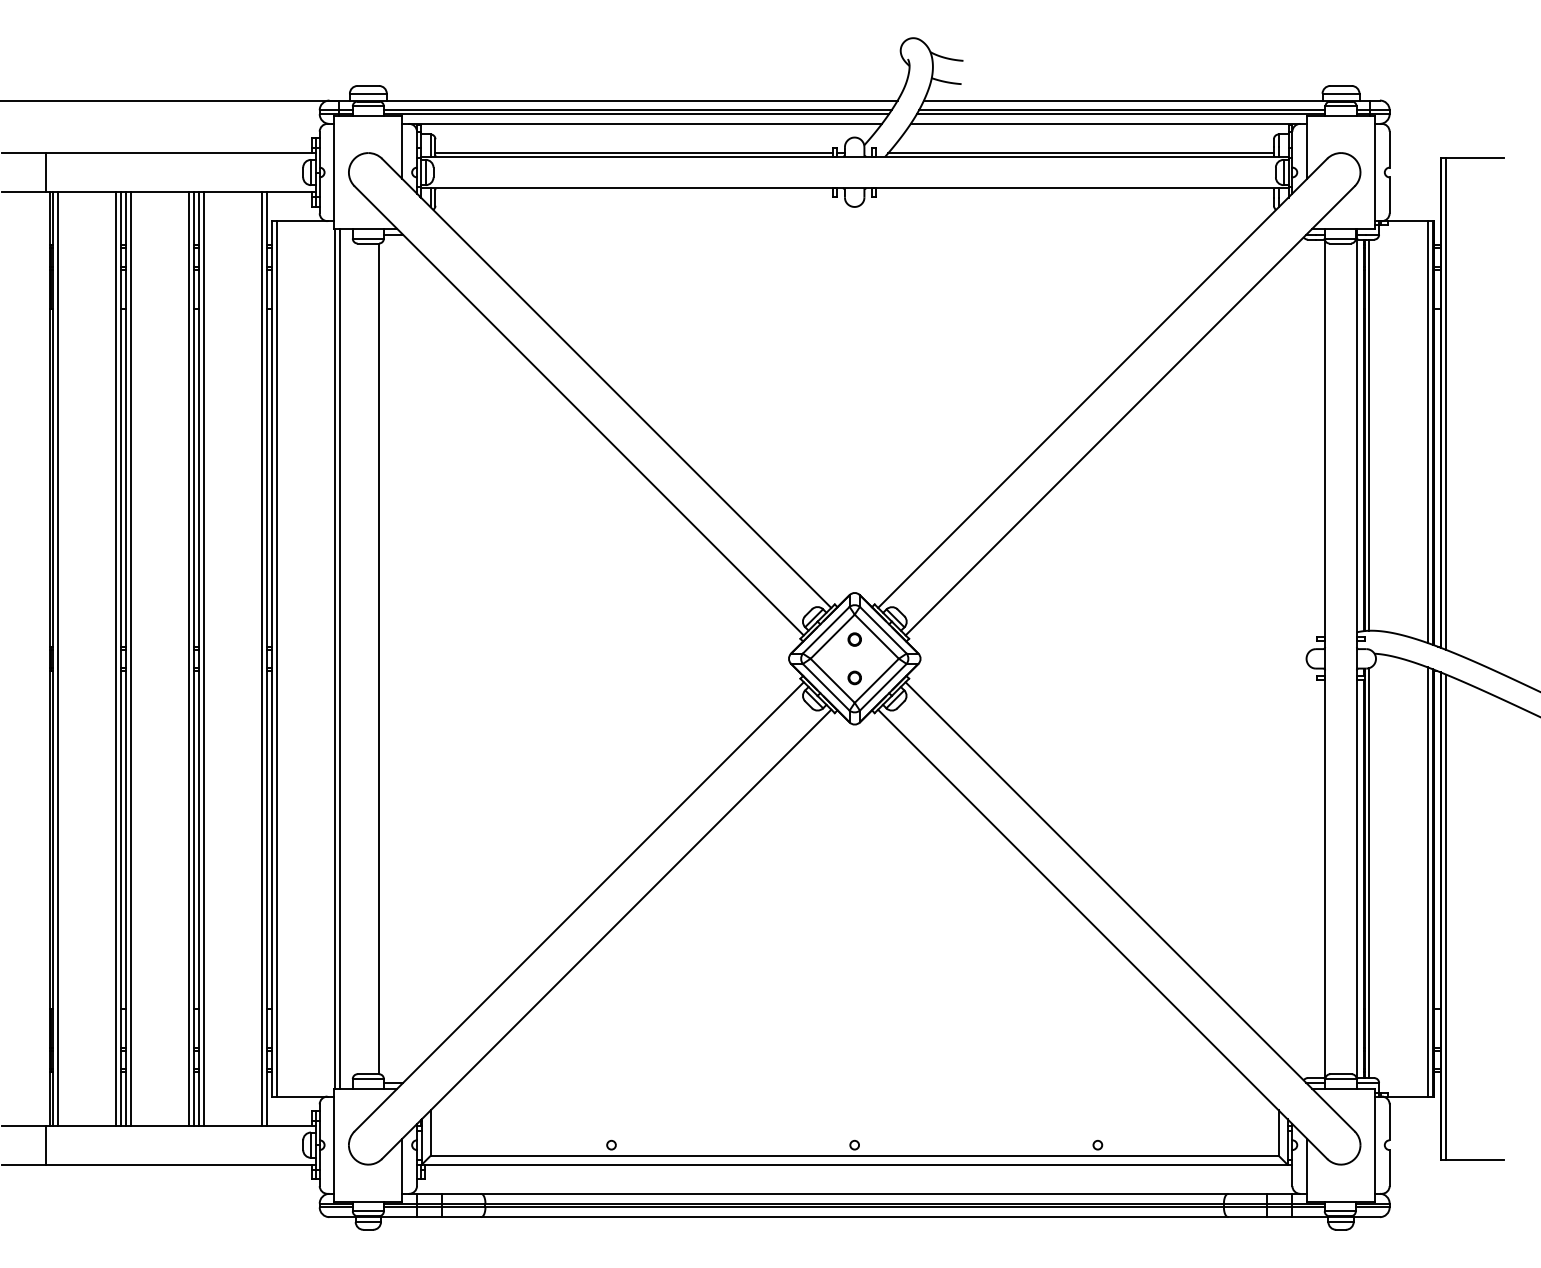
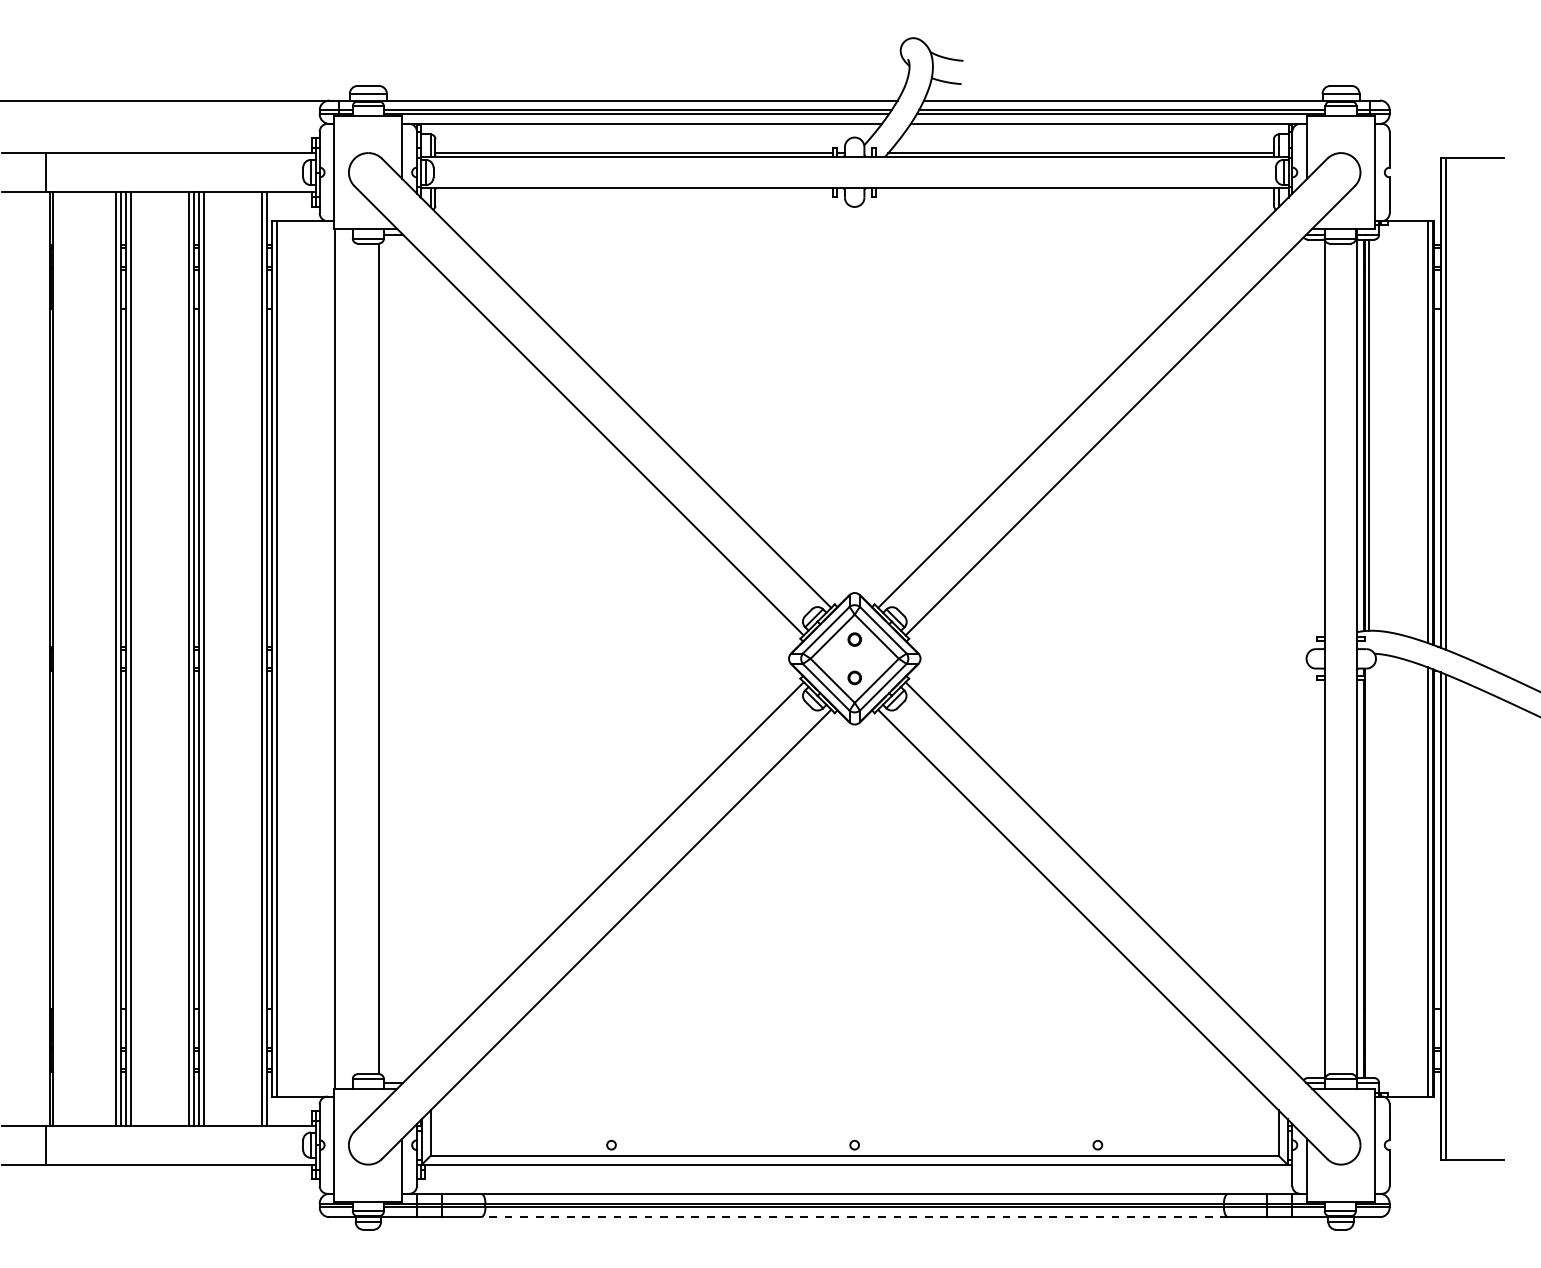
line at (58, 658): present -> none
line at (340, 658): present -> none
line at (1369, 873): present -> none
line at (854, 1217): solid -> dashed
